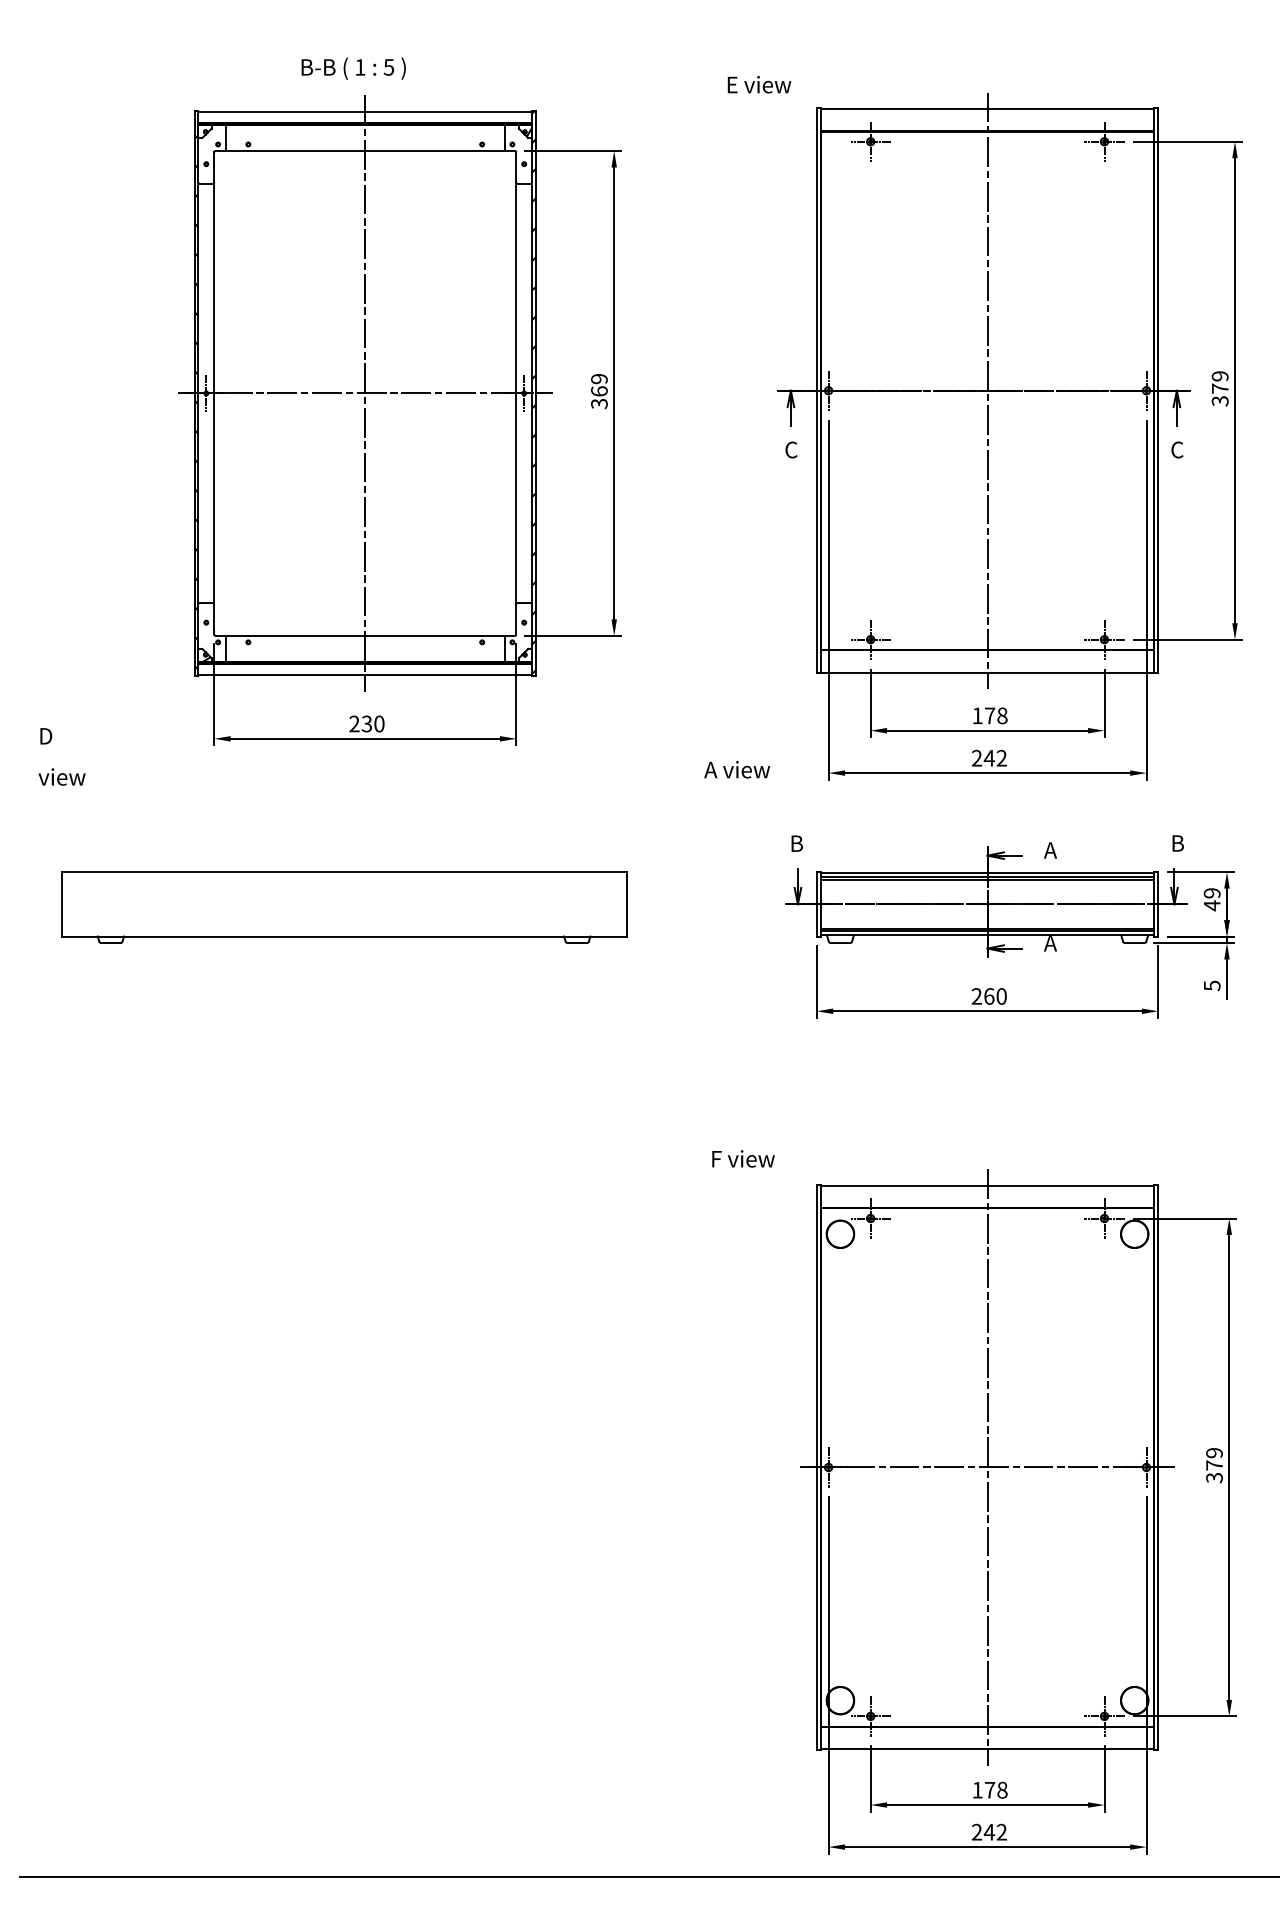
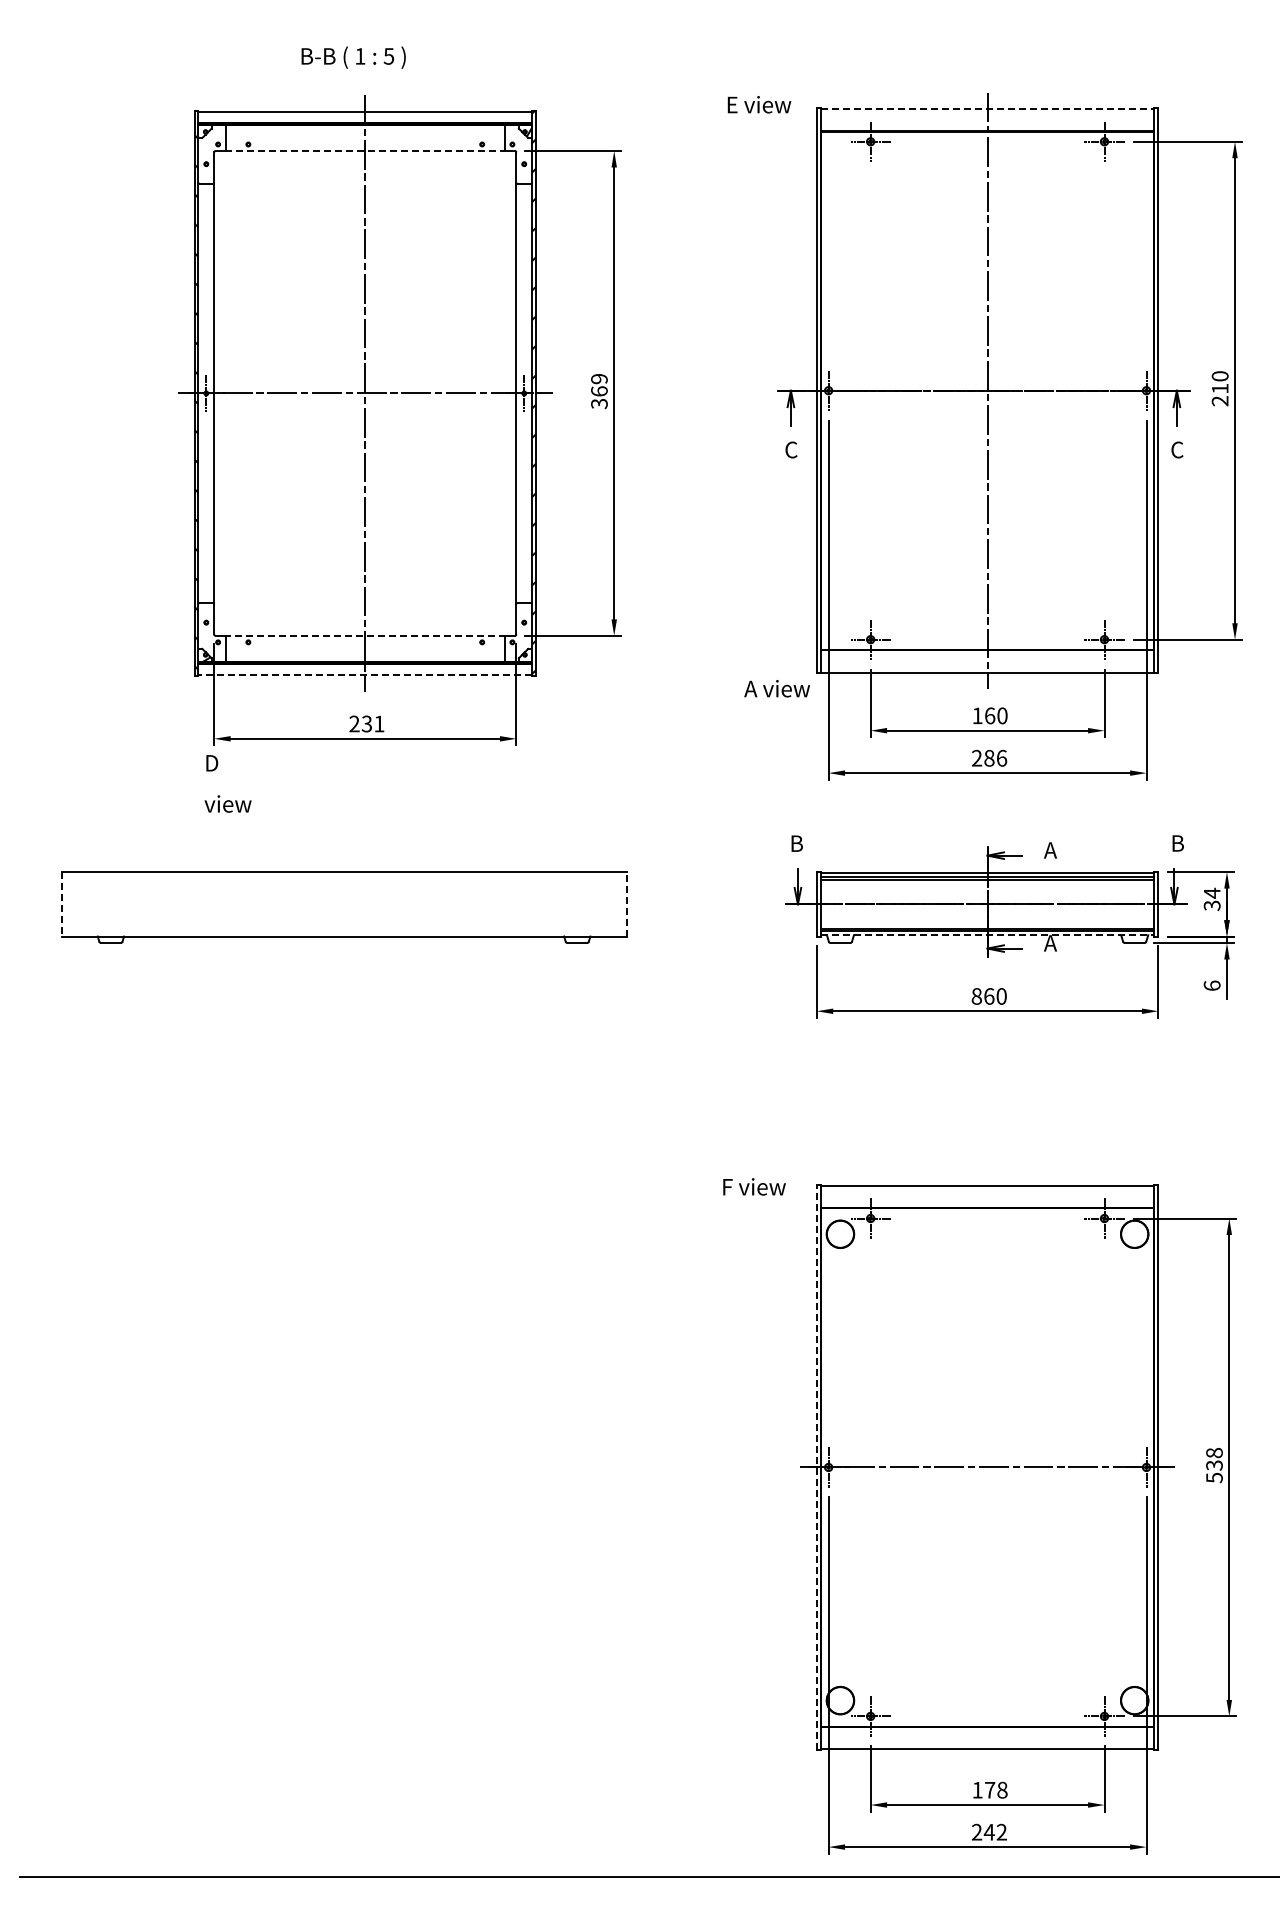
text at (353, 68) position: (353, 68) -> (353, 57)
text at (759, 84) position: (759, 84) -> (759, 104)
line at (987, 108): solid -> dashed
line at (365, 151): solid -> dashed
text at (1219, 388): 379 -> 210
line at (365, 635): solid -> dashed
line at (365, 675): solid -> dashed
text at (996, 715): 178 -> 160
text at (379, 723): 230 -> 231
text at (61, 756) position: (61, 756) -> (227, 783)
text at (995, 757): 242 -> 286
text at (737, 769) position: (737, 769) -> (777, 688)
text at (1211, 899): 49 -> 34
line at (626, 903): solid -> dashed
line at (61, 904): solid -> dashed
line at (987, 935): solid -> dashed
text at (1211, 985): 5 -> 6
text at (976, 996): 260 -> 860
text at (743, 1158) position: (743, 1158) -> (754, 1186)
text at (1214, 1464): 379 -> 538
line at (816, 1466): solid -> dashed
line at (987, 1467): present -> none
